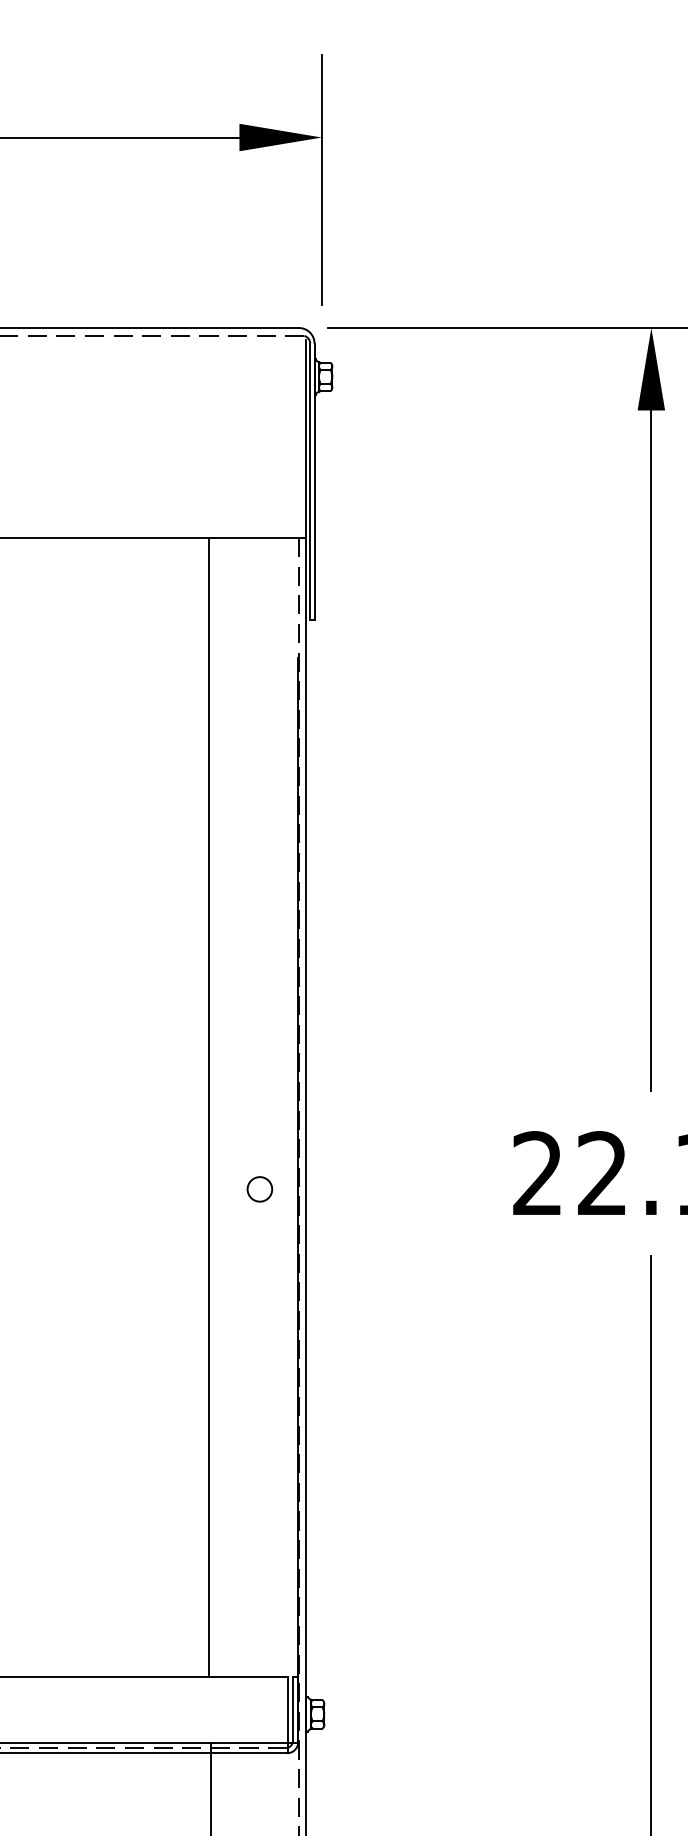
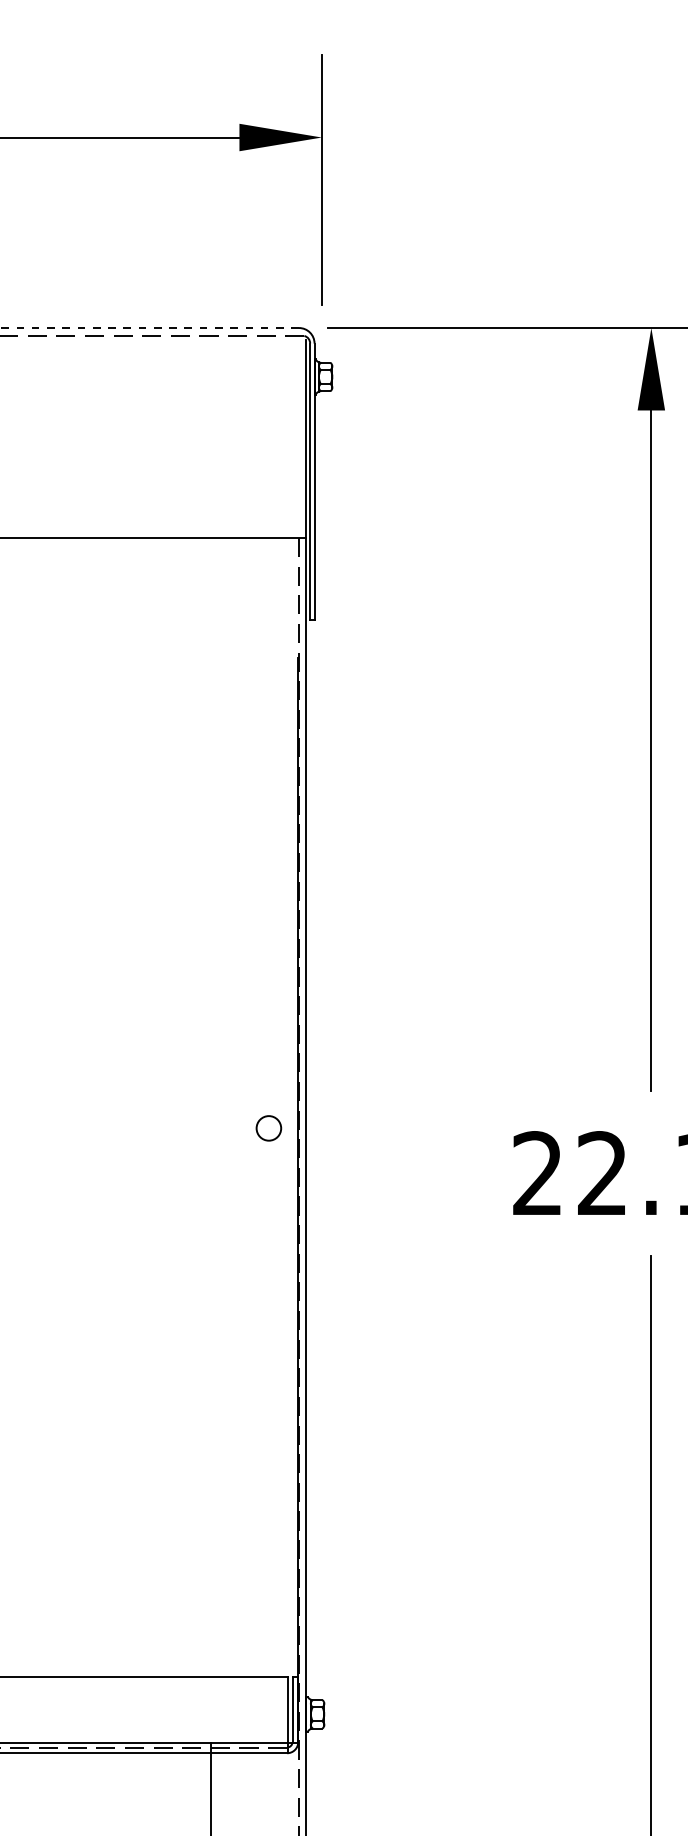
line at (149, 328): solid -> dashed
line at (209, 1106): present -> none
circle at (259, 1189) position: (259, 1189) -> (268, 1128)
